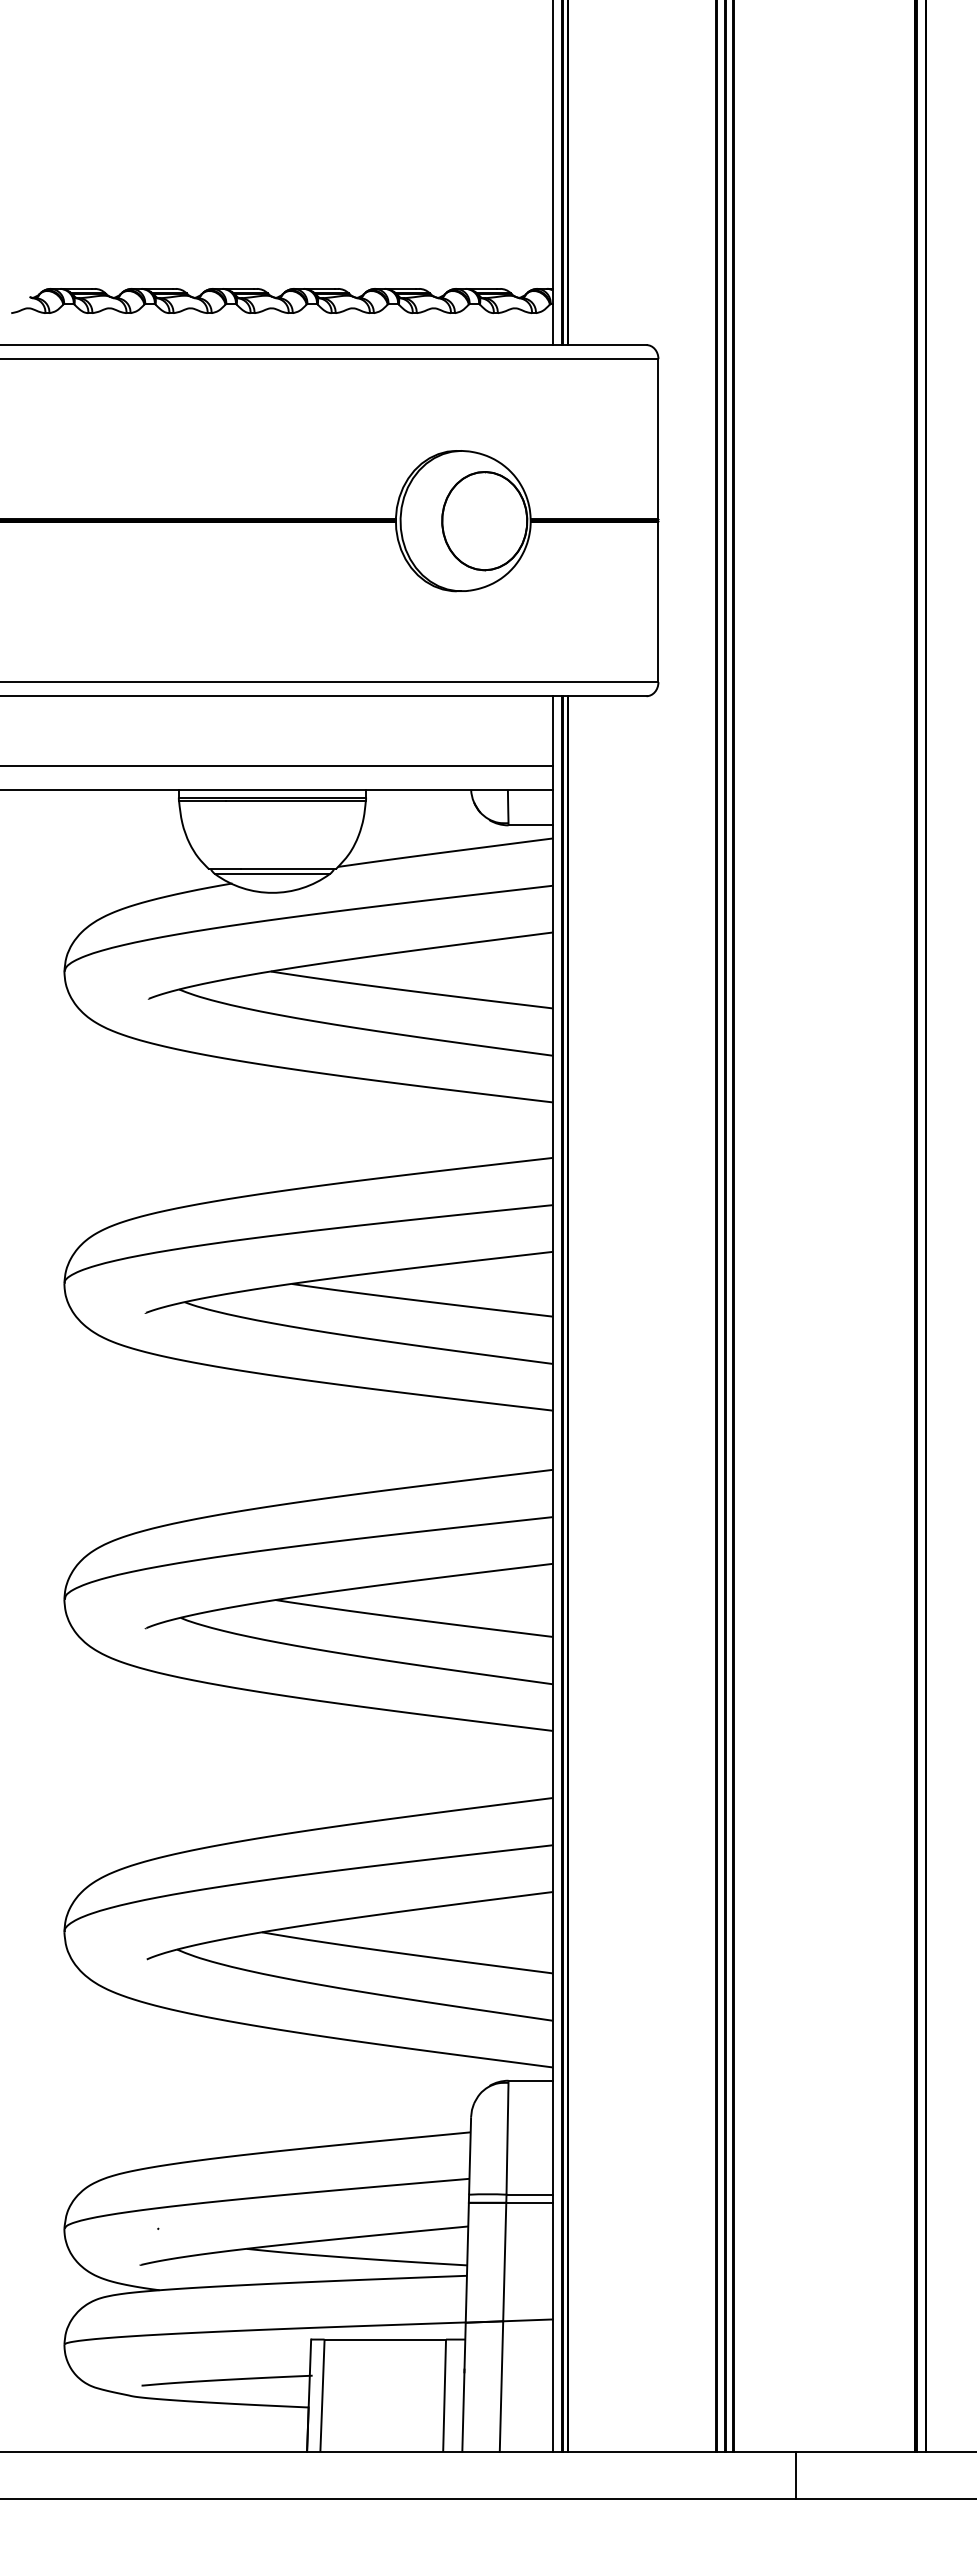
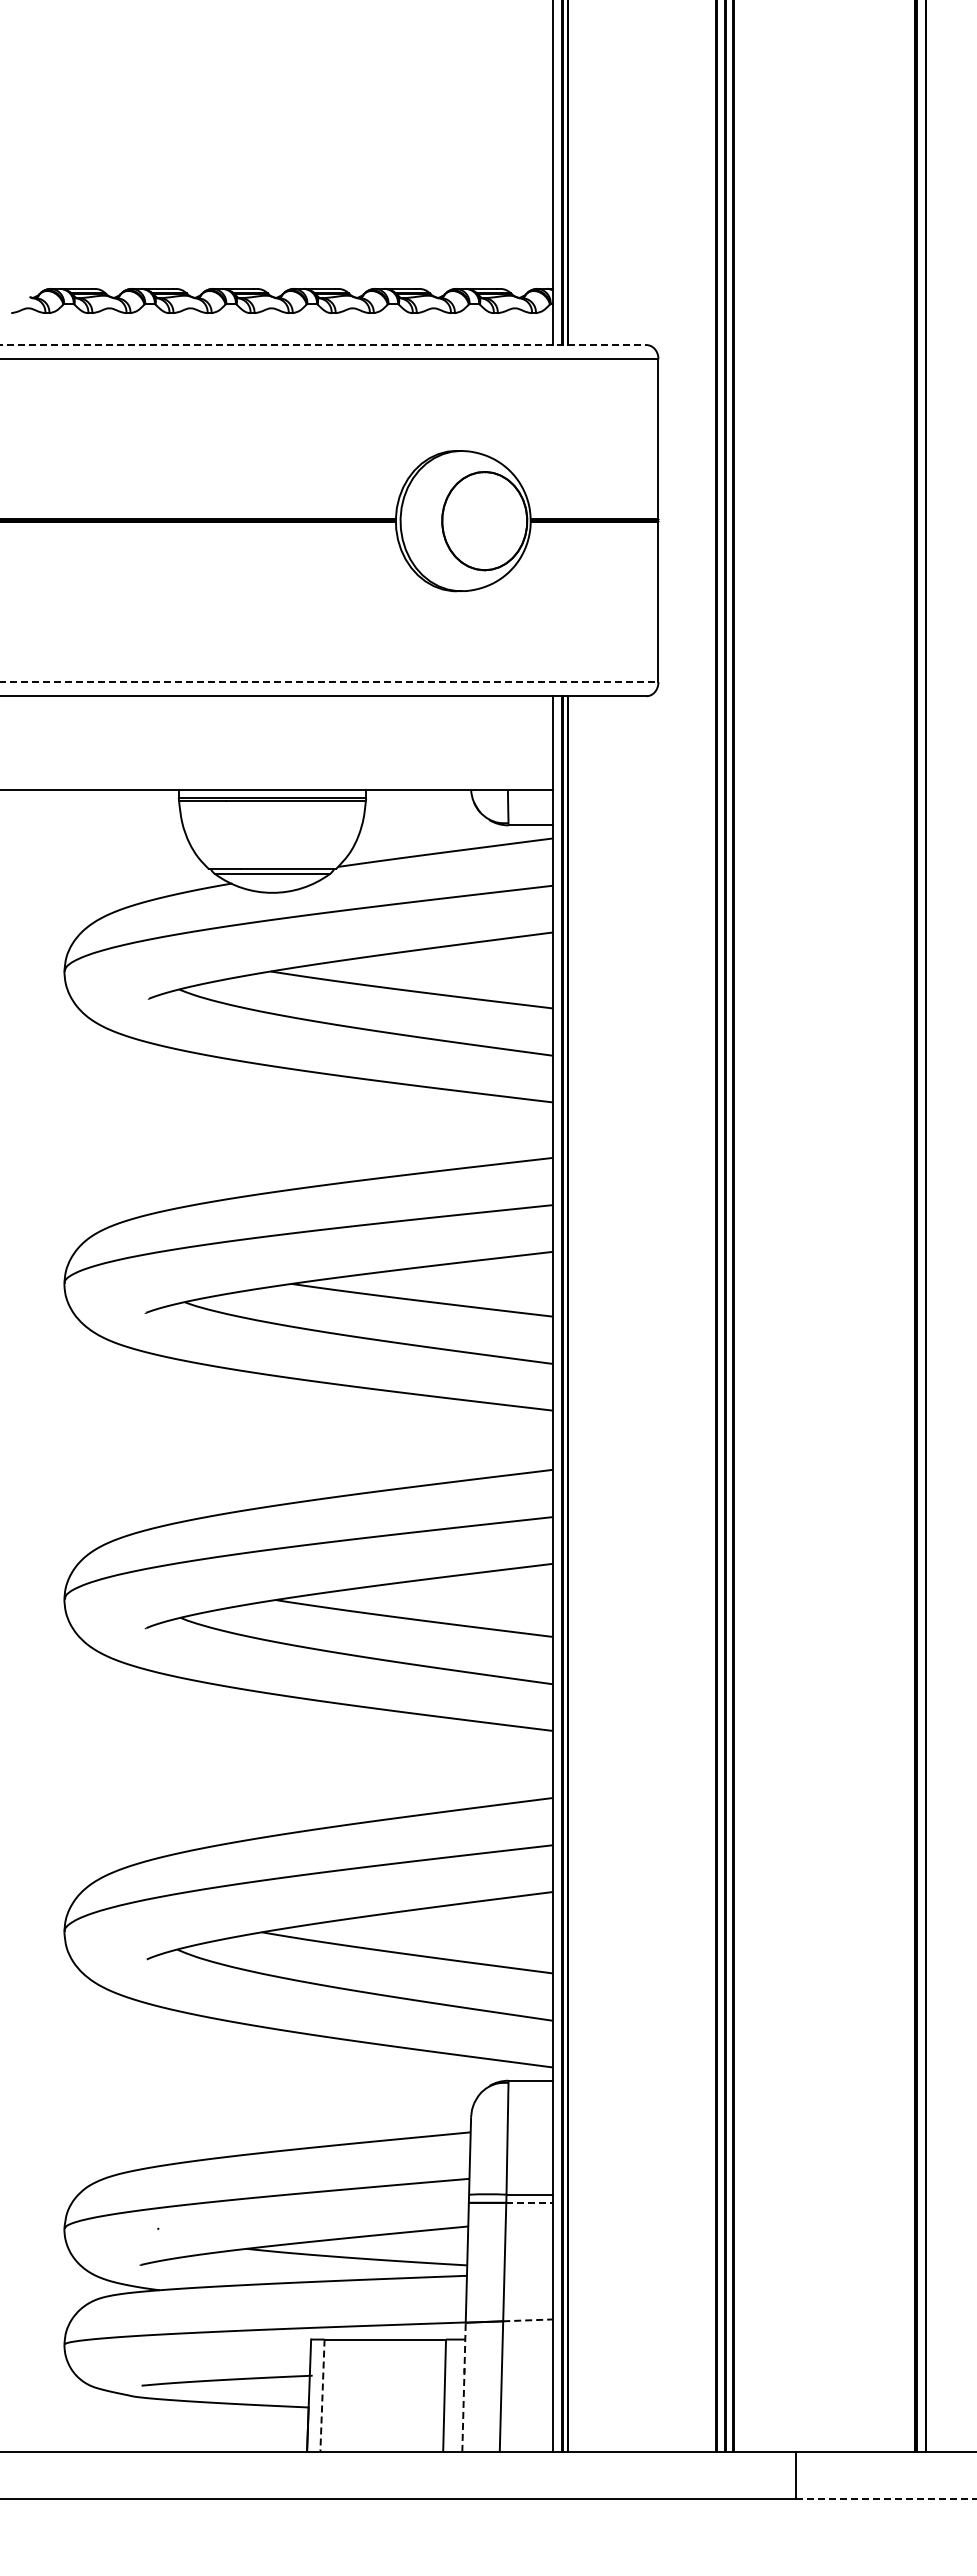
line at (323, 345): solid -> dashed
line at (329, 682): solid -> dashed
line at (277, 766): present -> none
line at (529, 2202): solid -> dashed
line at (527, 2320): solid -> dashed
line at (464, 2387): solid -> dashed
line at (322, 2396): solid -> dashed
line at (886, 2498): solid -> dashed
